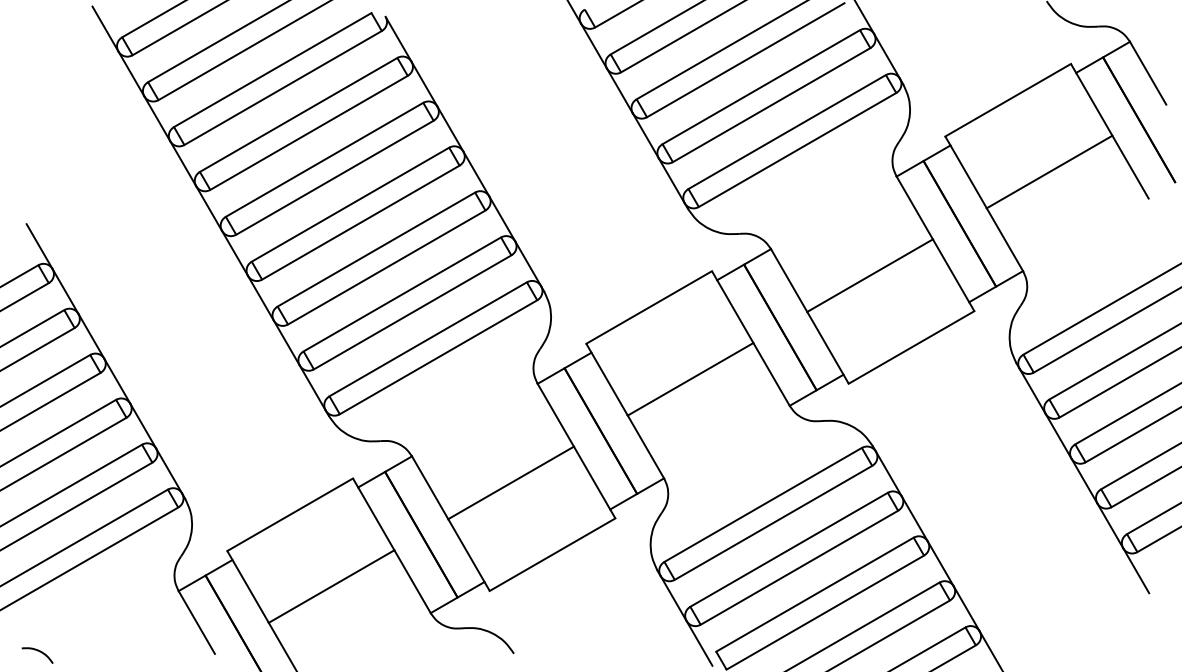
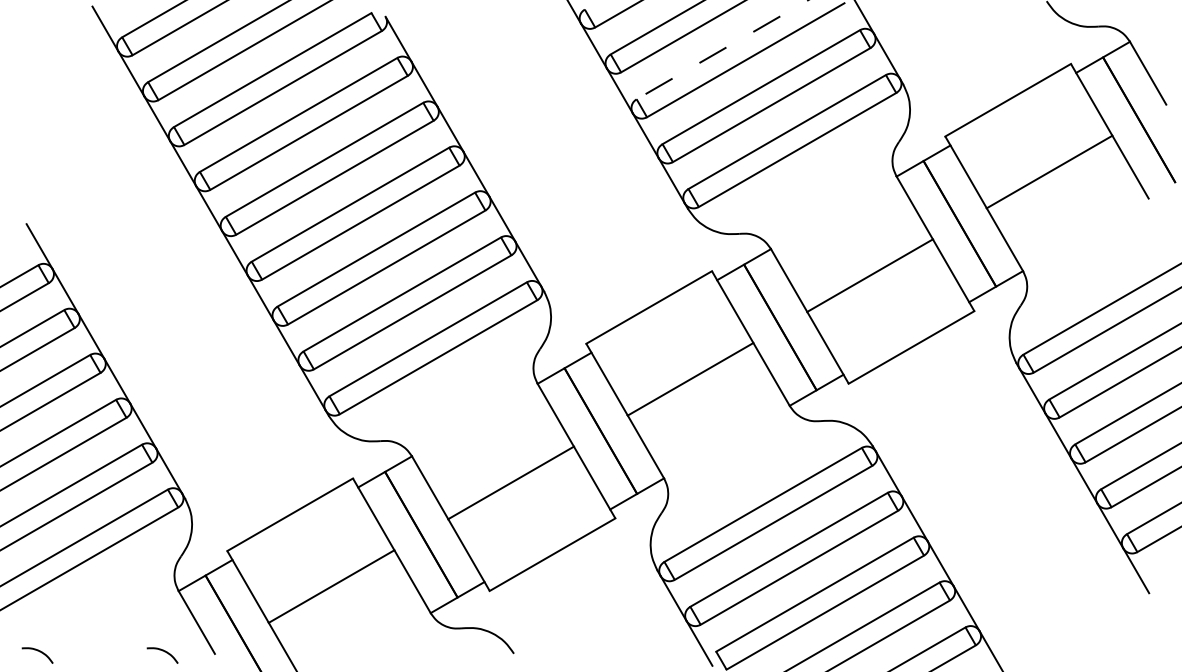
line at (722, 49): solid -> dashed
curve at (164, 652): none -> present
